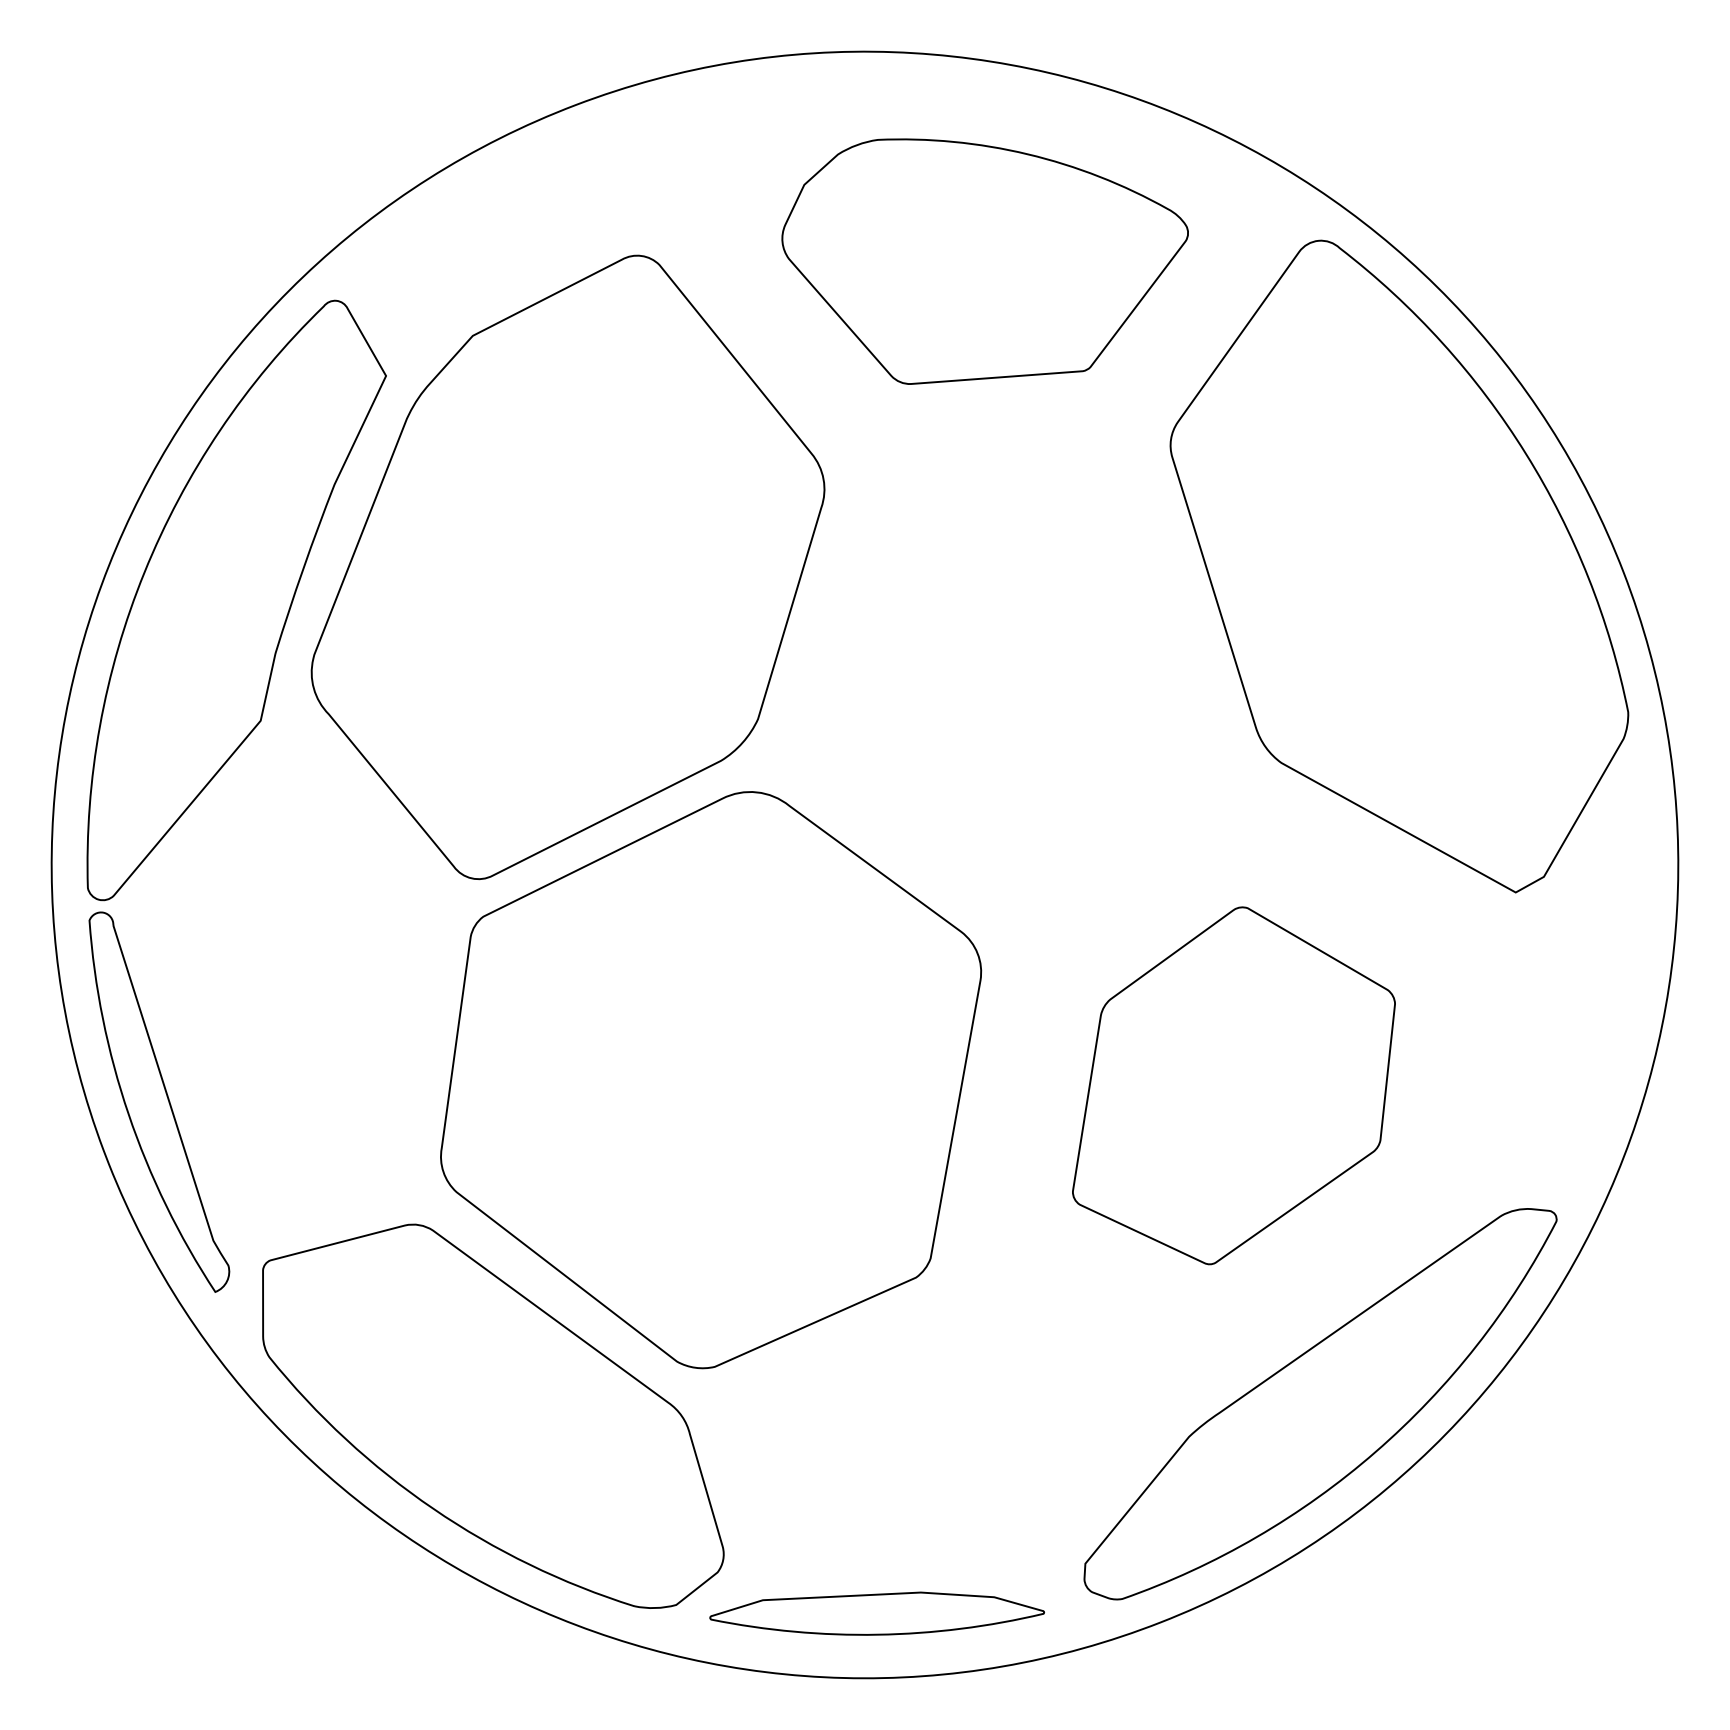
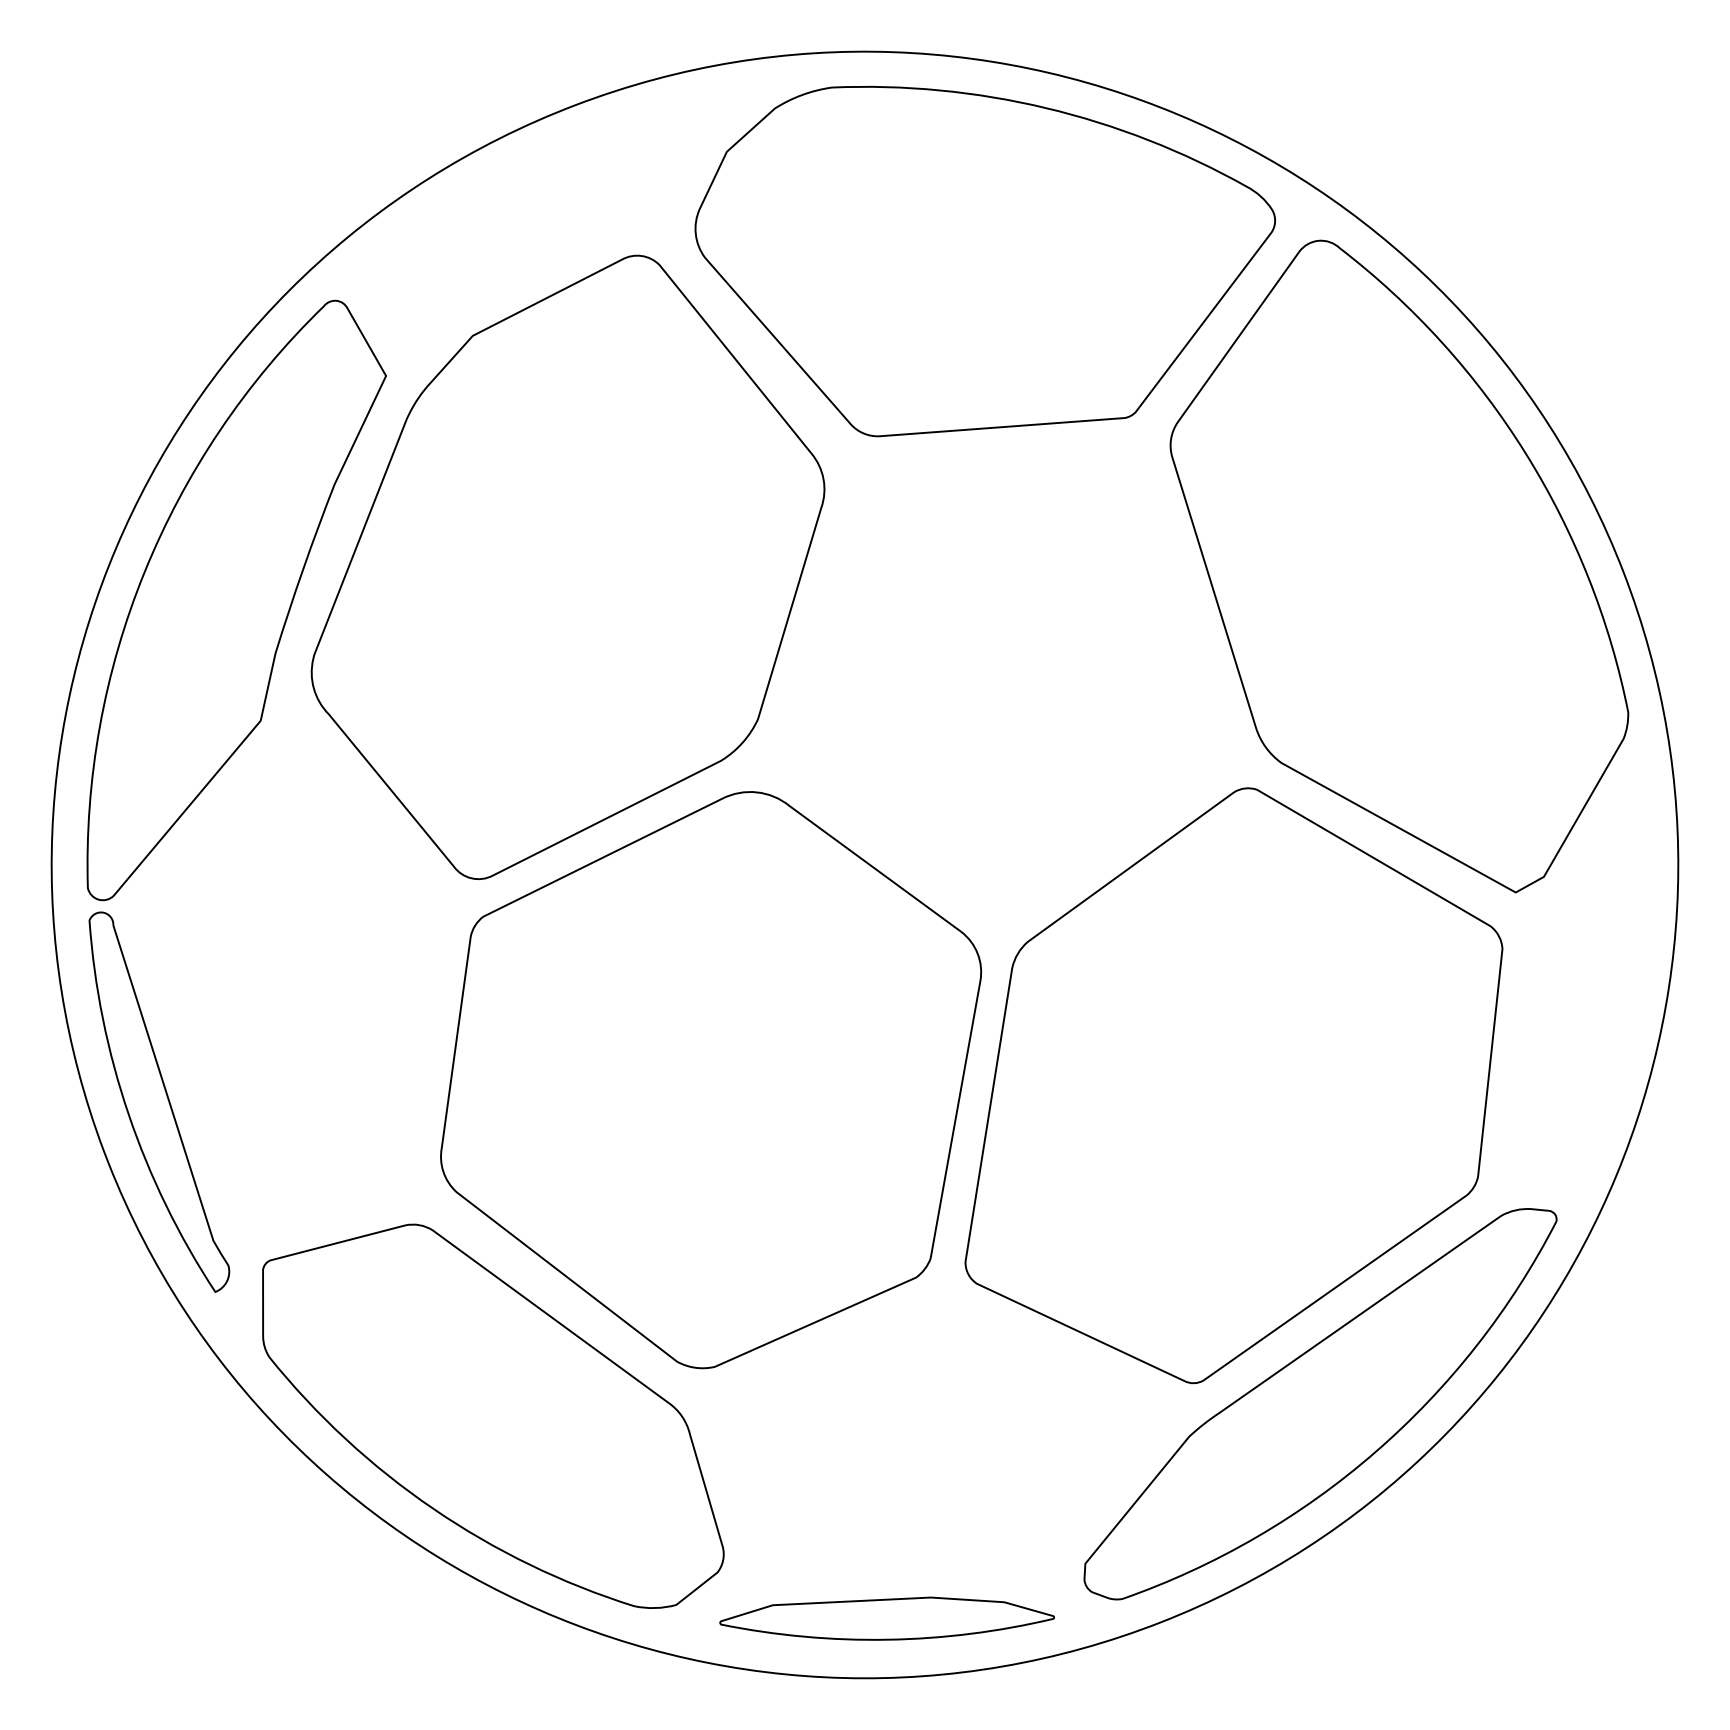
part at (984, 261) size: 408x247 px -> 582x352 px
part at (1233, 1085) size: 324x360 px -> 540x598 px
part at (876, 1613) position: (876, 1613) -> (886, 1618)
